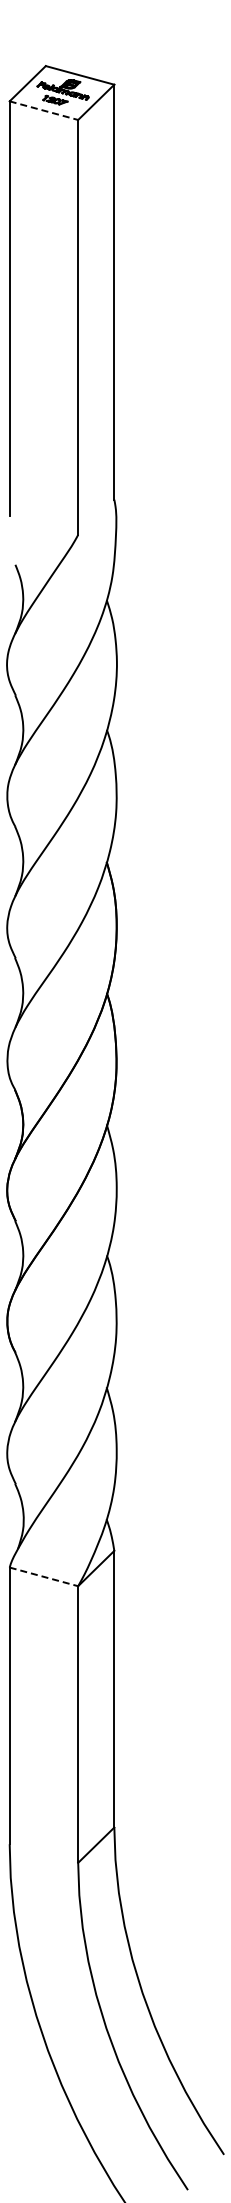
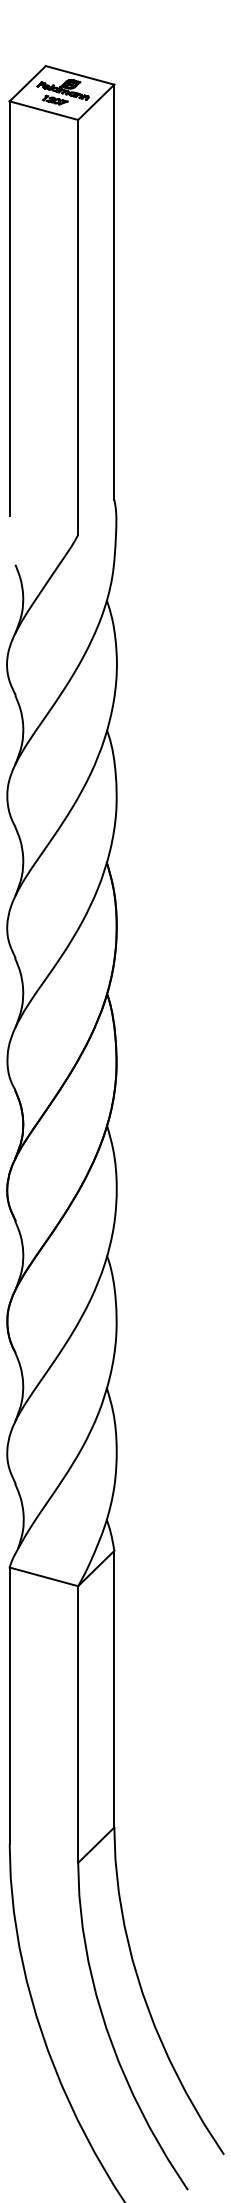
line at (44, 110): dashed -> solid
line at (44, 1577): dashed -> solid
